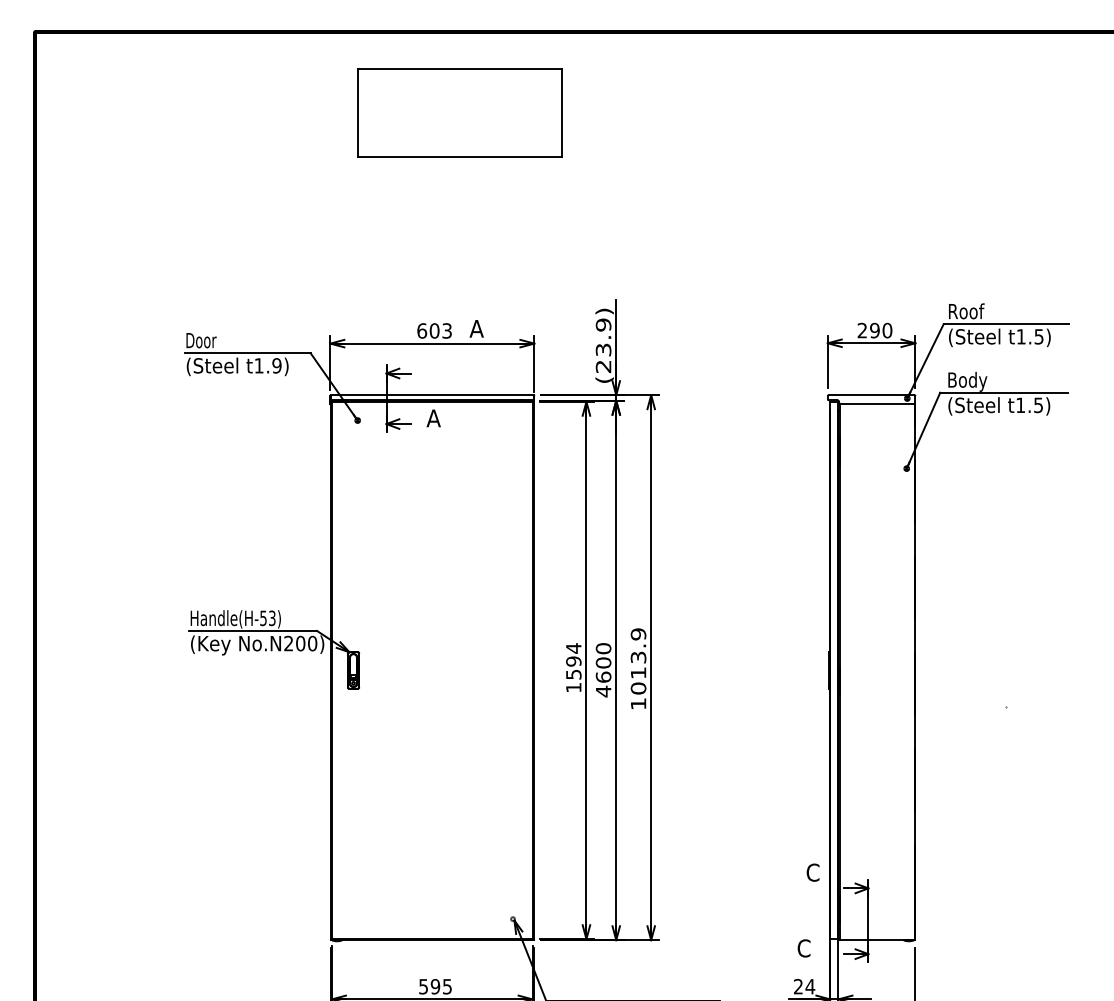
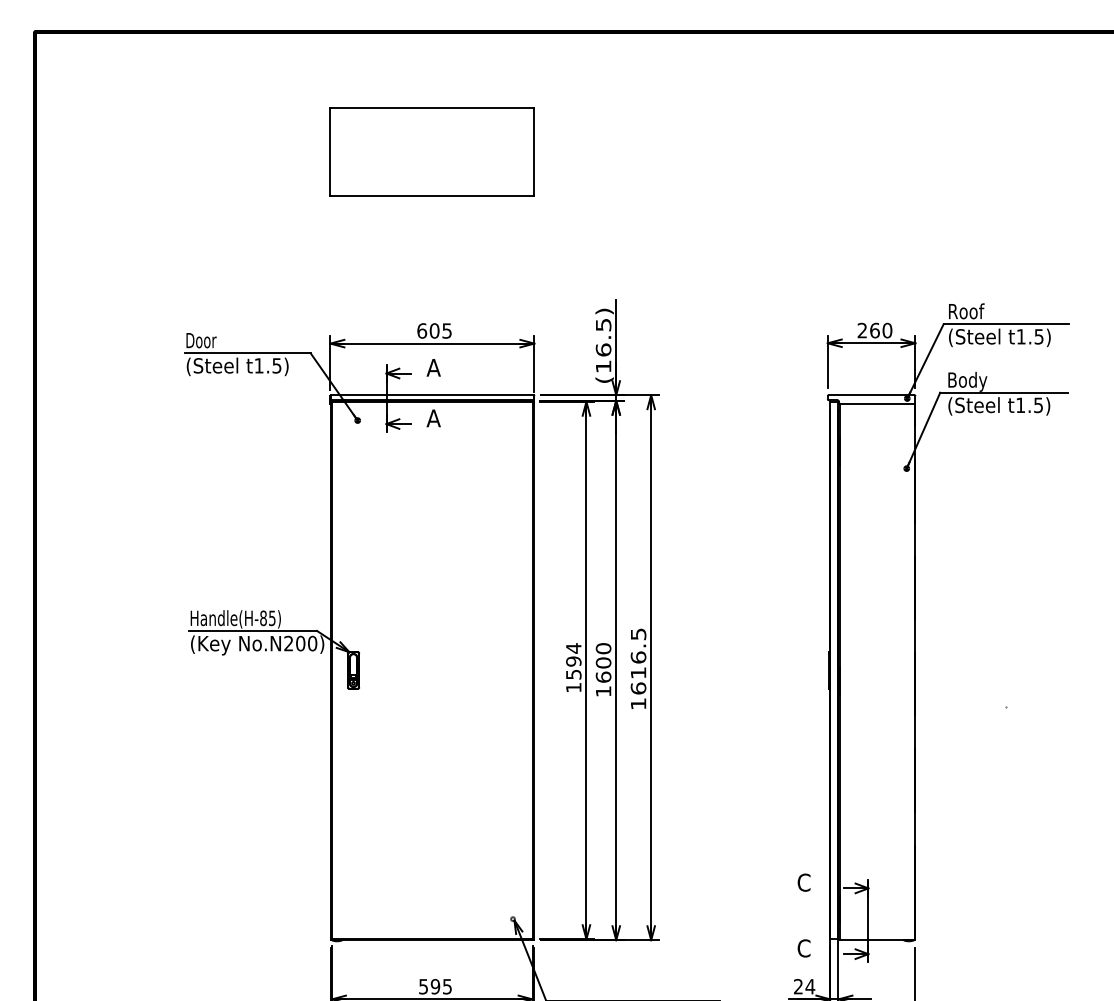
part at (459, 112) position: (459, 112) -> (431, 151)
text at (476, 328) position: (476, 328) -> (433, 367)
text at (446, 330): 603 -> 605
text at (874, 330): 290 -> 260
text at (603, 345): (23.9) -> (16.5)
text at (276, 365): t1.9) -> t1.5)
text at (267, 618): Handle(H-53) -> Handle(H-85)
text at (638, 661): 1013.9 -> 1616.5
text at (603, 691): 4600 -> 1600
text at (812, 872) position: (812, 872) -> (803, 882)
